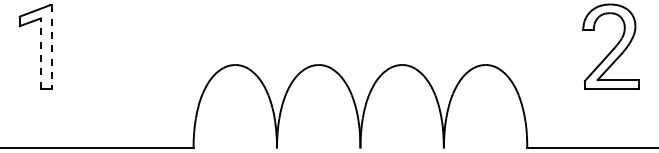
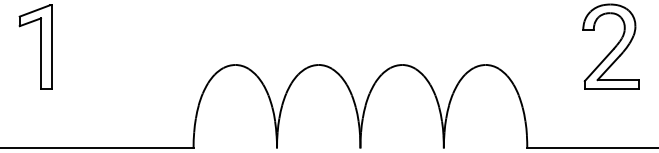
line at (51, 46): dashed -> solid
line at (41, 53): dashed -> solid
